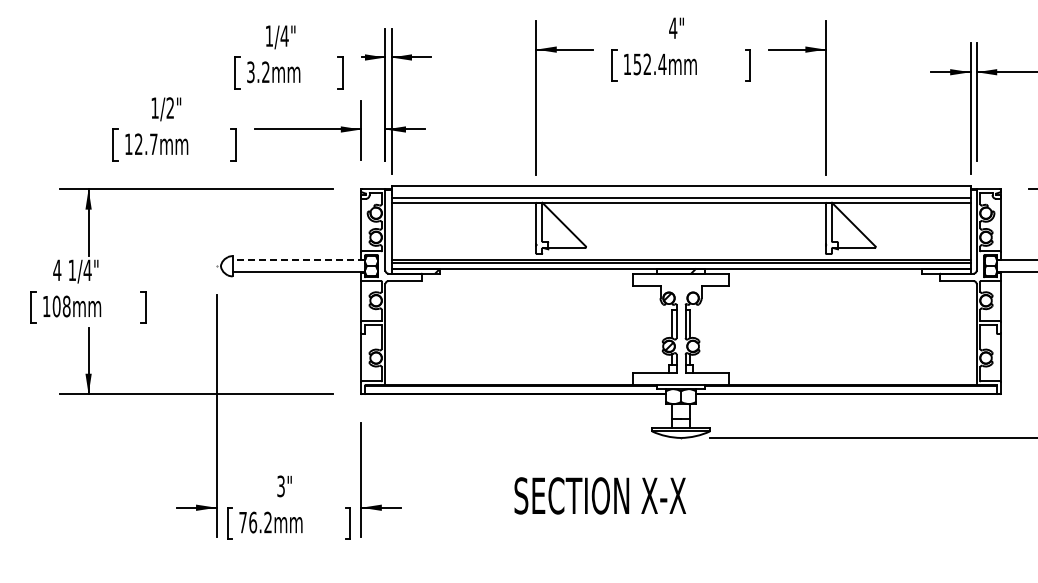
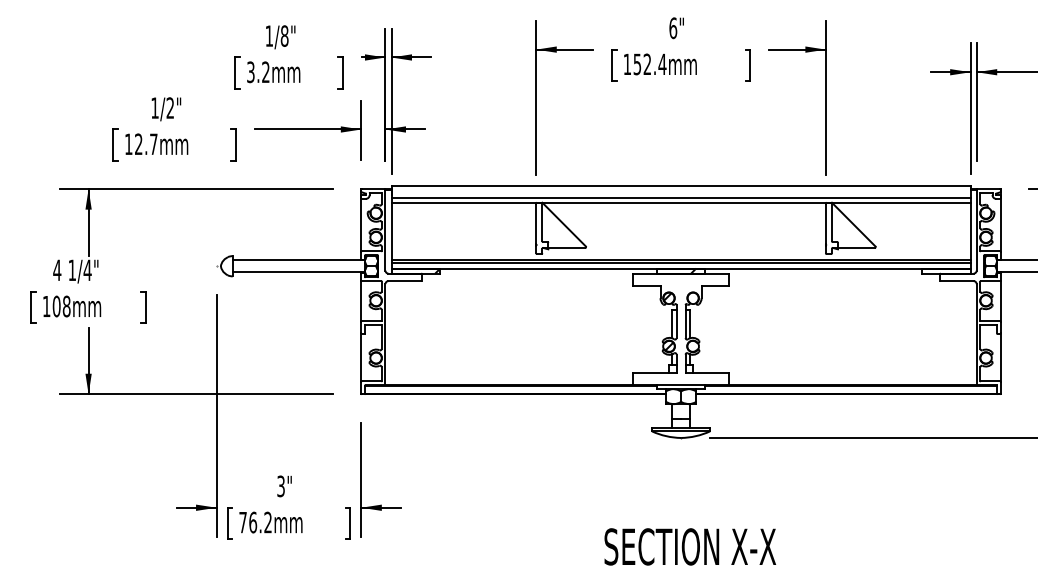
text at (673, 28): 4" -> 6"
text at (284, 35): 1/4" -> 1/8"
line at (298, 260): dashed -> solid
text at (600, 495) position: (600, 495) -> (690, 546)
